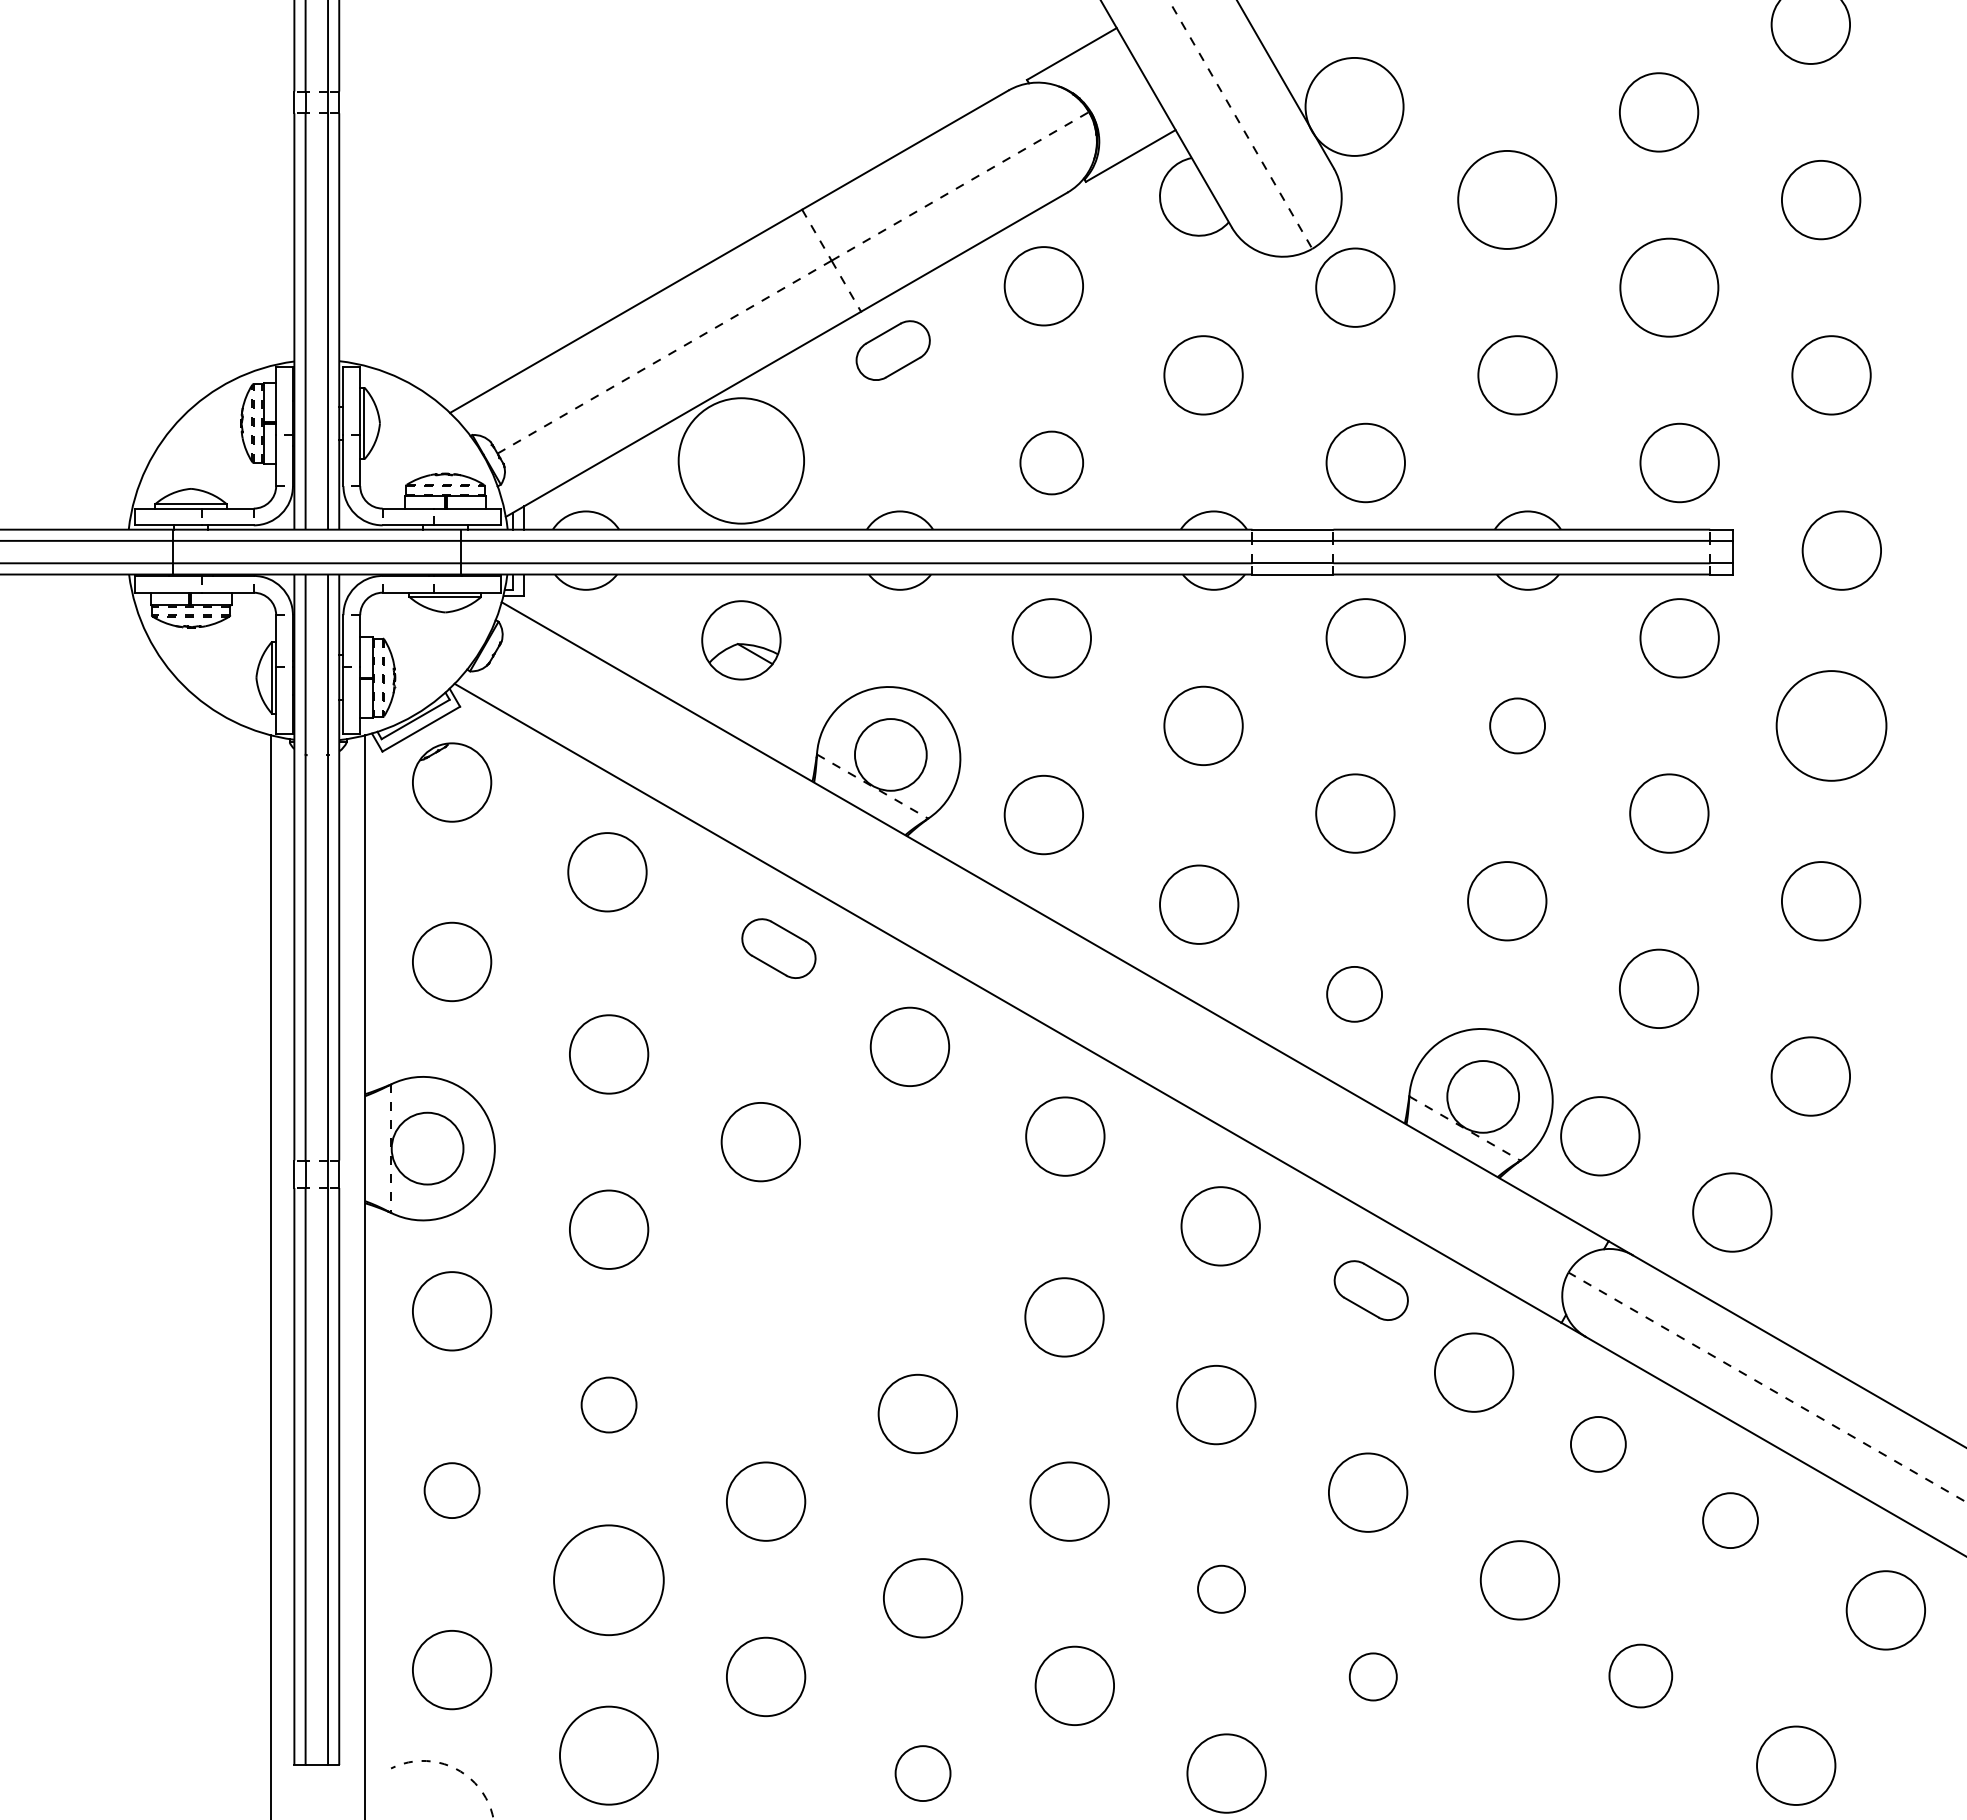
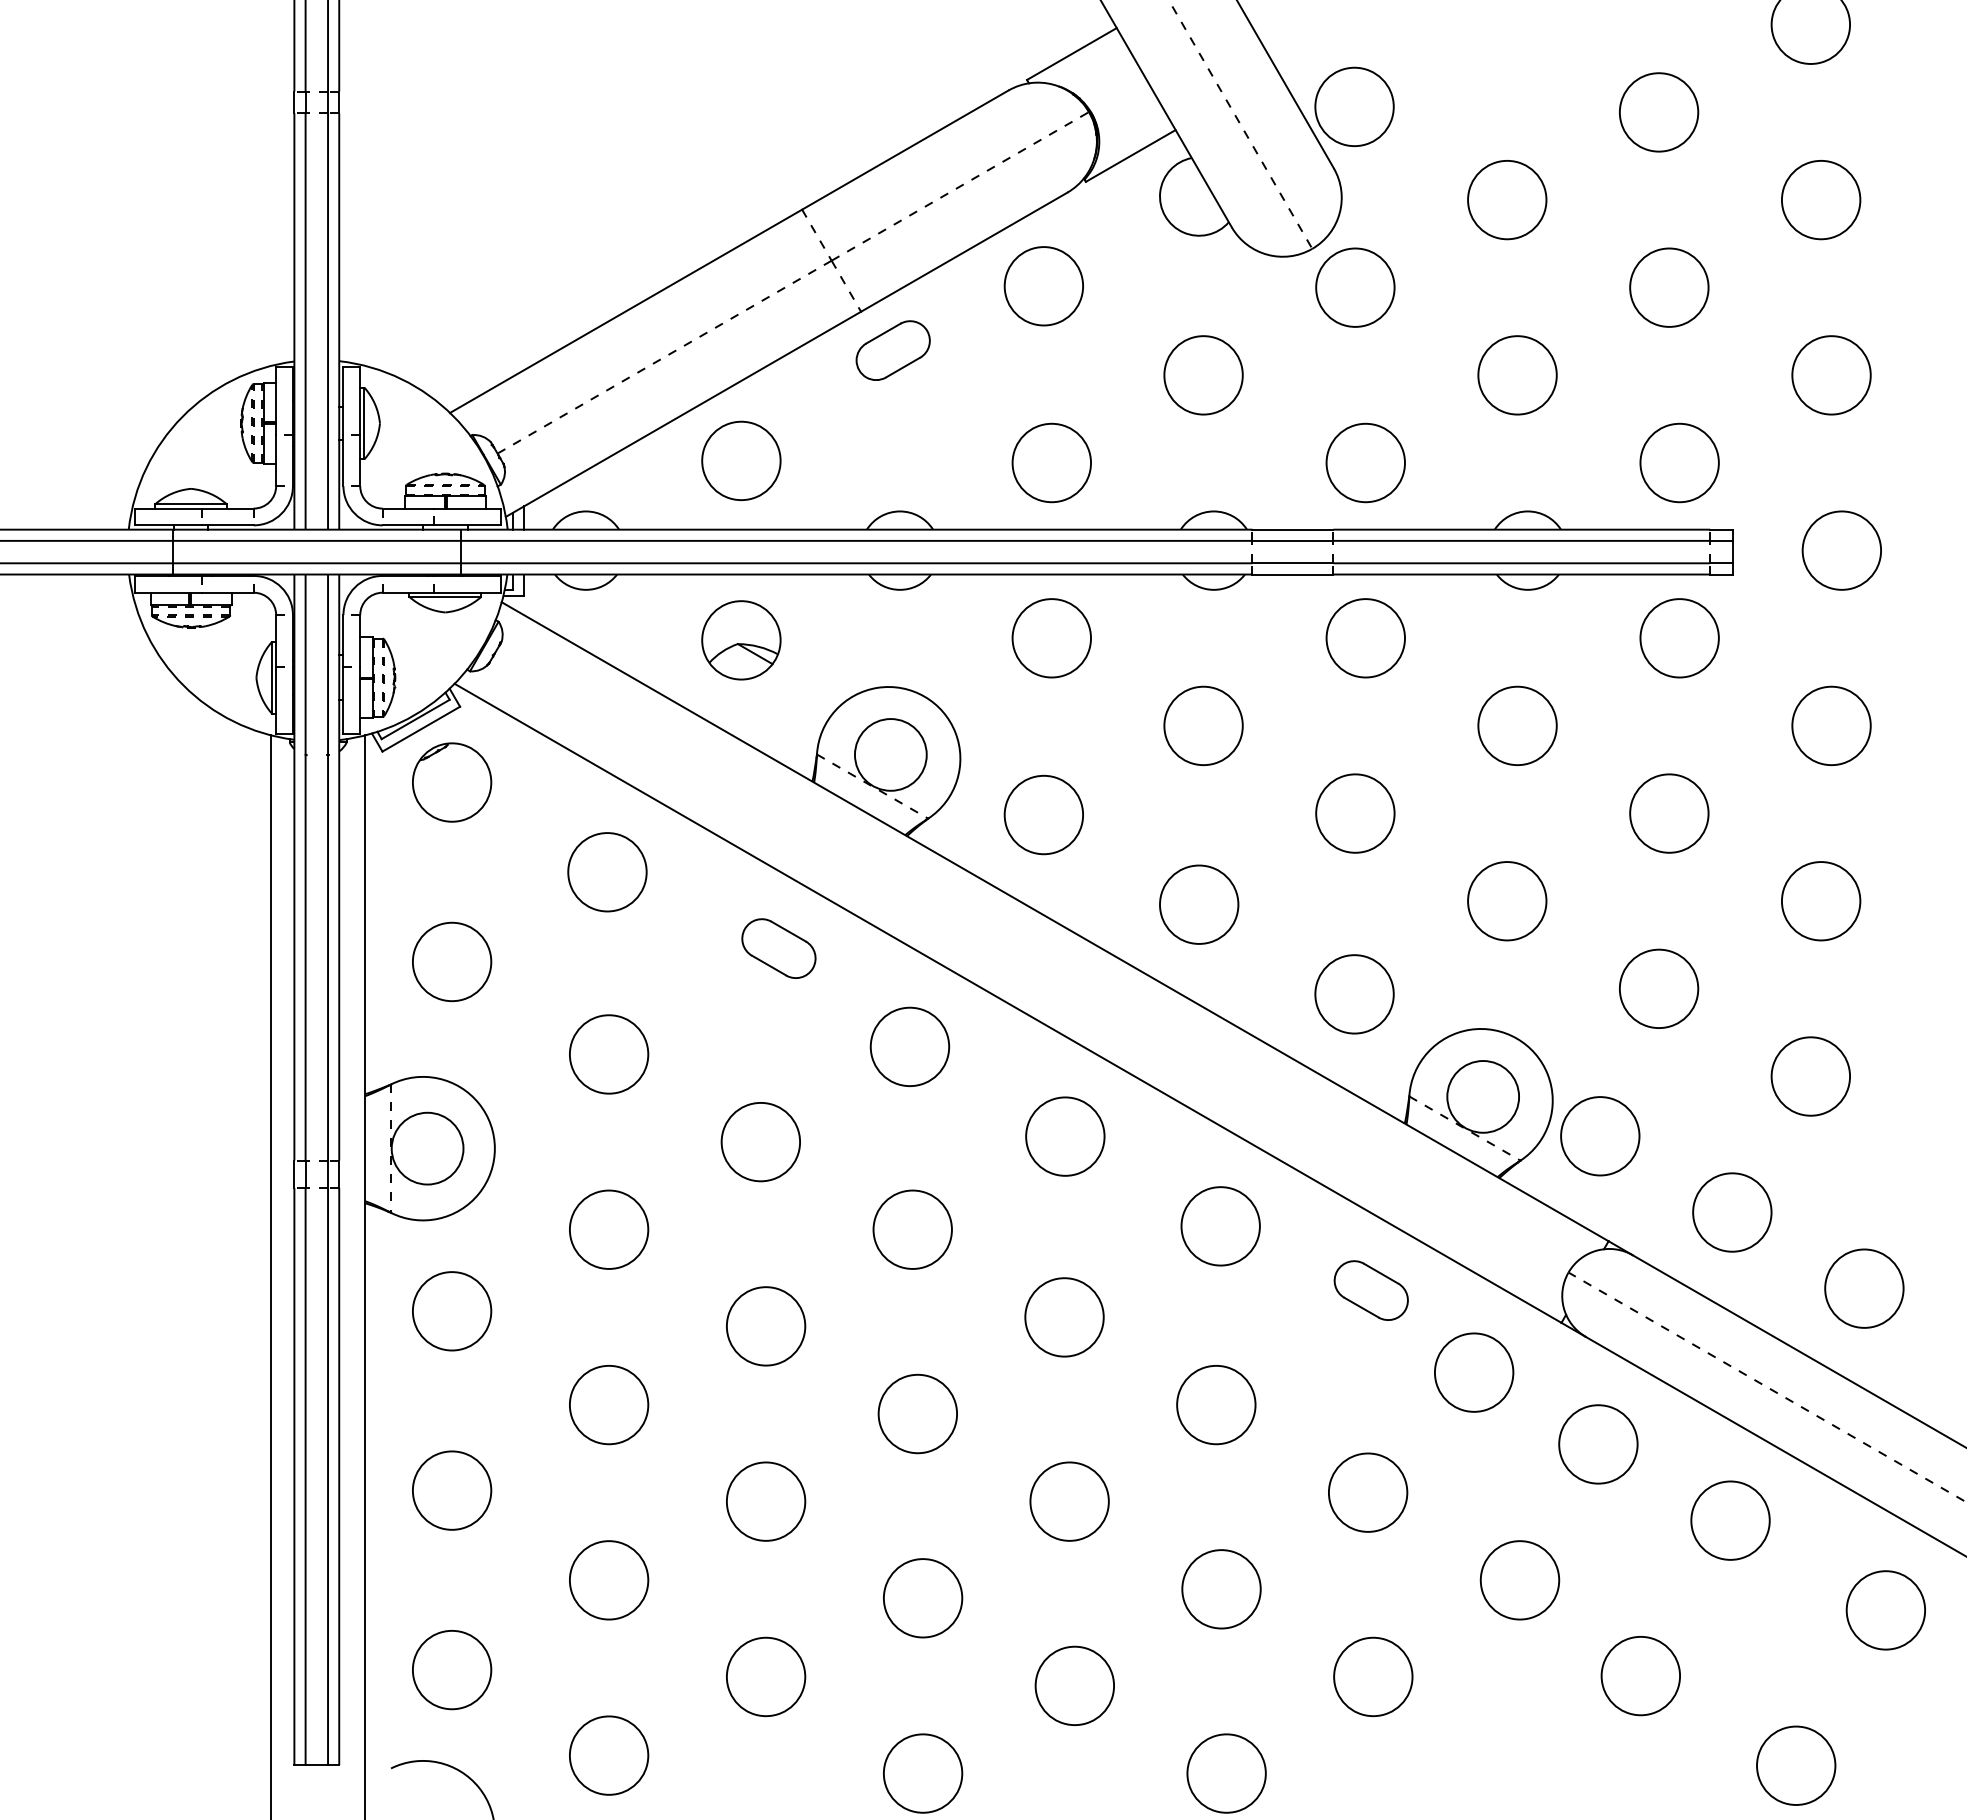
circle at (1354, 106) diameter: 98 px -> 78 px
circle at (1507, 199) size: 101x100 px -> 81x81 px
circle at (1669, 287) diameter: 98 px -> 78 px
circle at (741, 460) diameter: 125 px -> 78 px
circle at (1051, 462) diameter: 63 px -> 78 px
circle at (1517, 725) diameter: 55 px -> 78 px
circle at (1831, 725) diameter: 110 px -> 78 px
circle at (1354, 993) diameter: 55 px -> 78 px
circle at (912, 1229): none -> present
circle at (1864, 1288): none -> present
circle at (766, 1326): none -> present
circle at (608, 1404) diameter: 55 px -> 78 px
circle at (1597, 1443) diameter: 55 px -> 78 px
circle at (451, 1490) diameter: 55 px -> 78 px
circle at (1730, 1520) size: 57x57 px -> 81x81 px
circle at (608, 1580) size: 112x113 px -> 81x81 px
circle at (1221, 1588) diameter: 47 px -> 78 px
circle at (1640, 1675) diameter: 63 px -> 78 px
circle at (1372, 1676) diameter: 47 px -> 78 px
circle at (608, 1755) size: 100x101 px -> 81x81 px
arc at (456, 1768): dashed -> solid
circle at (922, 1773) diameter: 55 px -> 78 px
